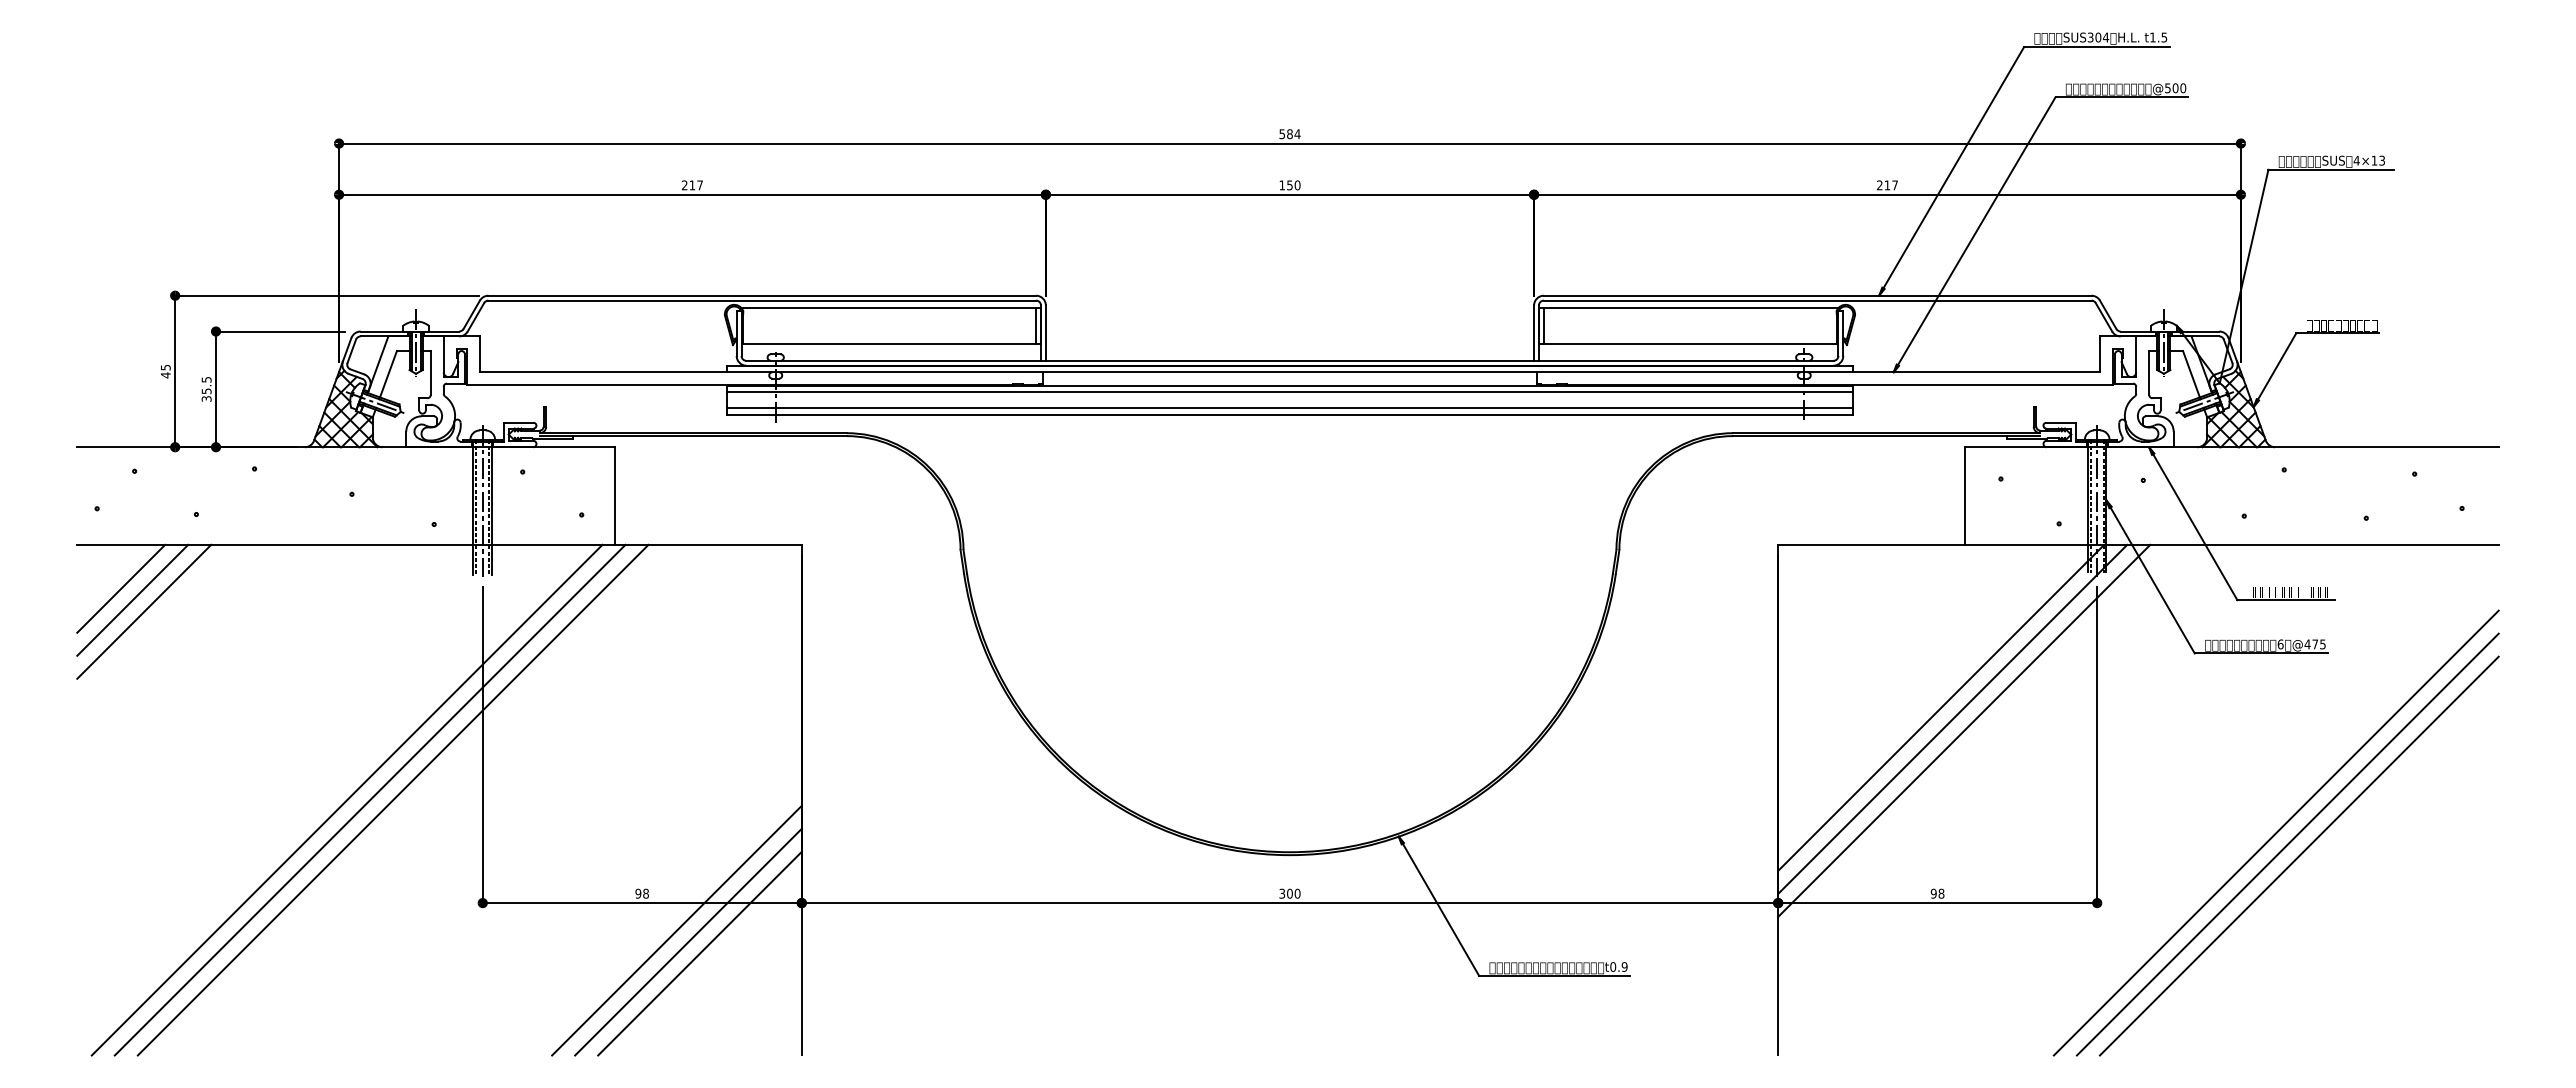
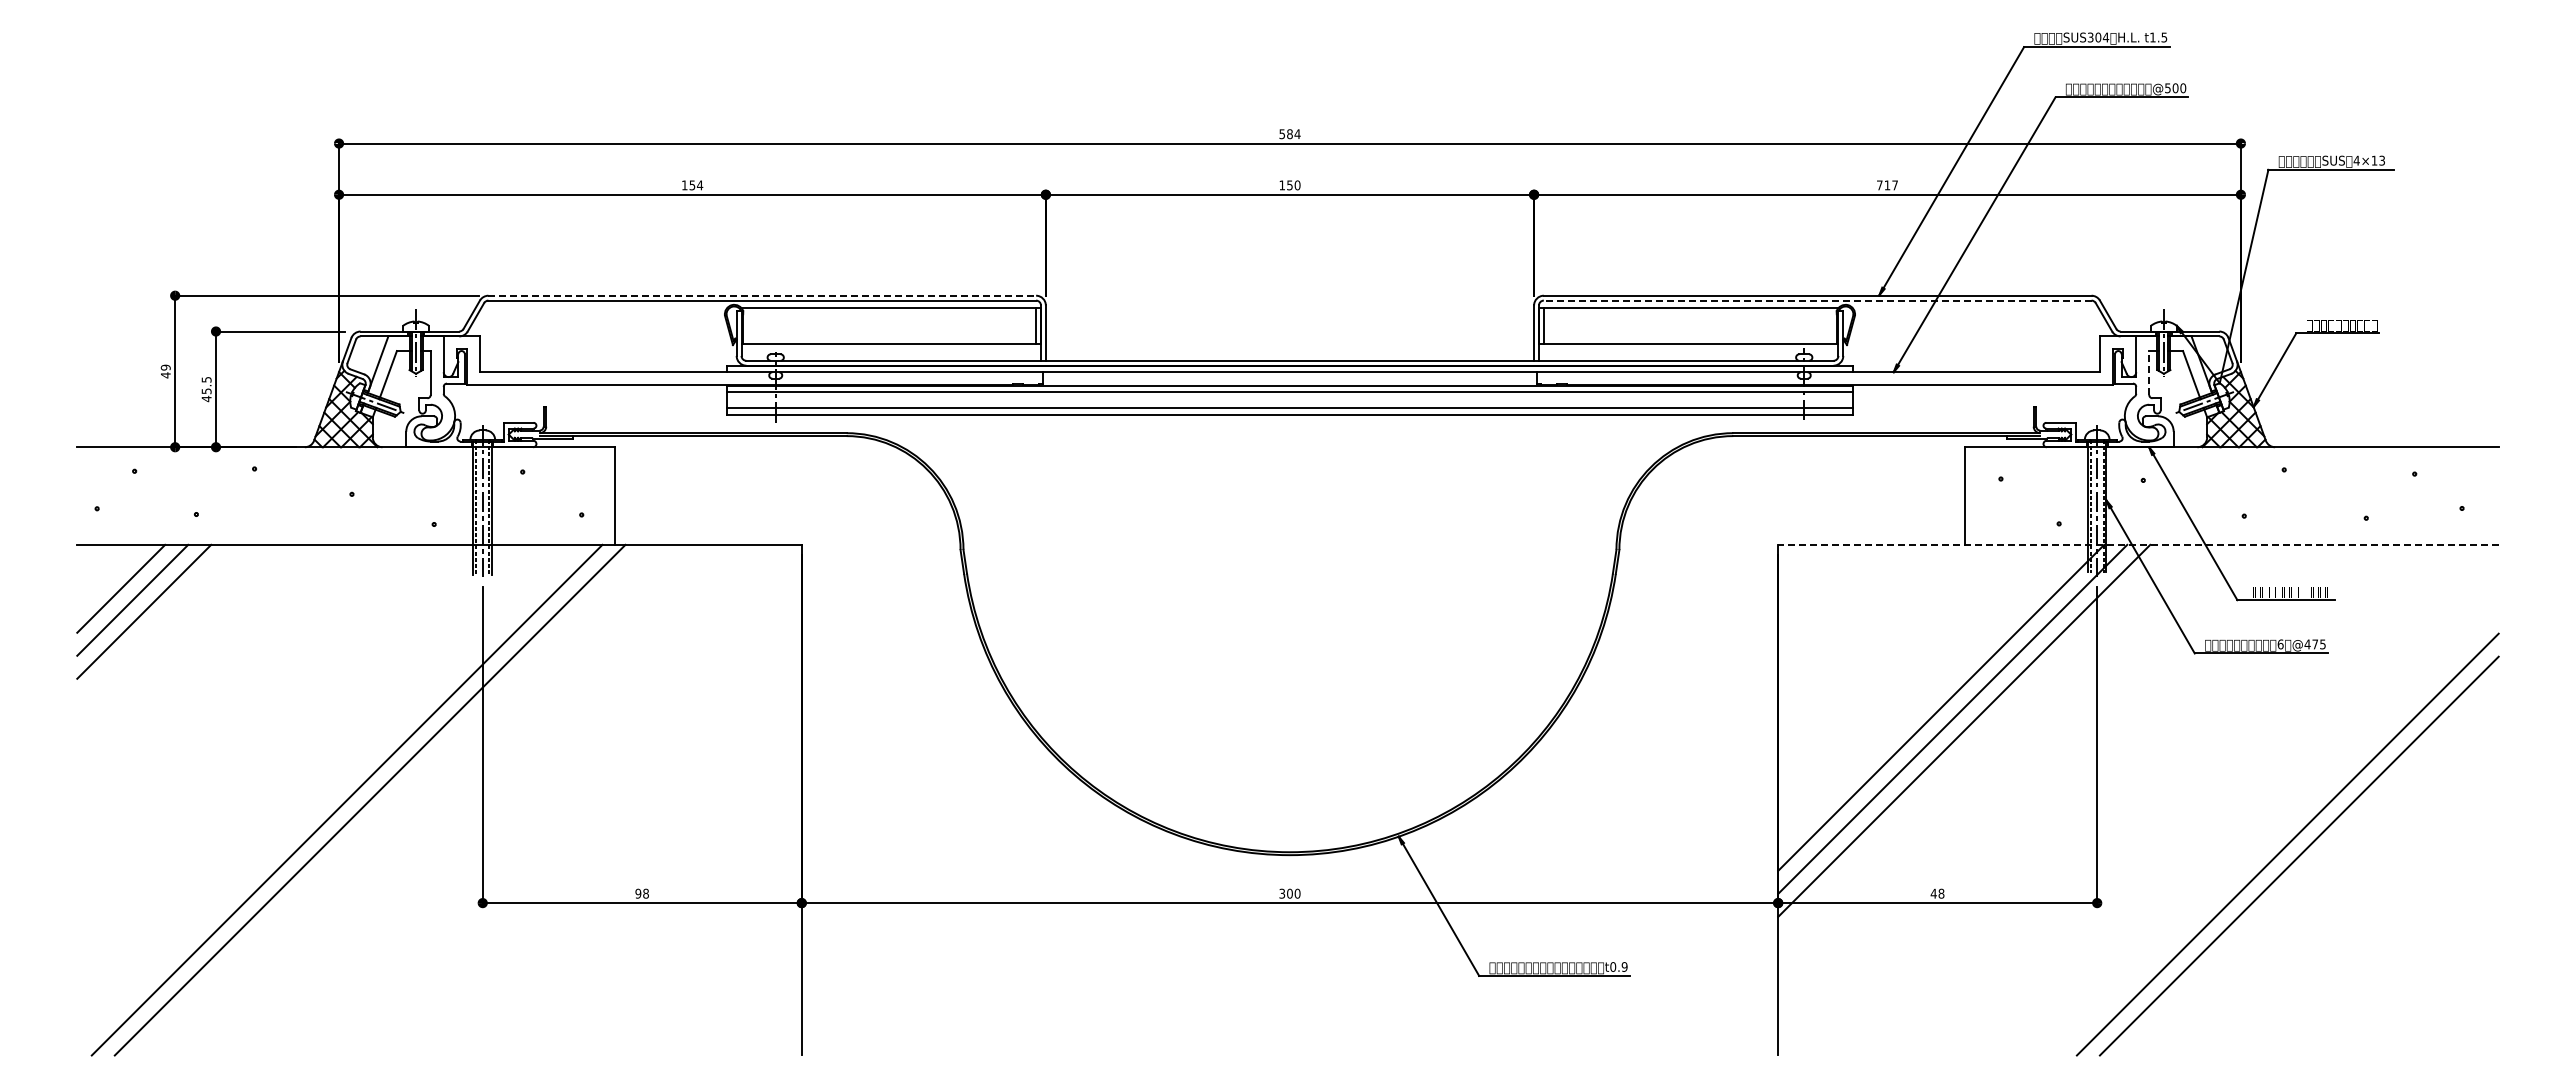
text at (692, 185): 217 -> 154
text at (1879, 185): 217 -> 717
line at (762, 295): solid -> dashed
line at (1817, 300): solid -> dashed
text at (165, 367): 45 -> 49
line at (2149, 373): solid -> dashed
text at (206, 398): 35.5 -> 45.5
line at (2137, 544): solid -> dashed
line at (392, 799): present -> none
line at (2275, 832): present -> none
text at (1933, 893): 98 -> 48
line at (676, 930): present -> none
line at (688, 941): present -> none
line at (699, 953): present -> none
